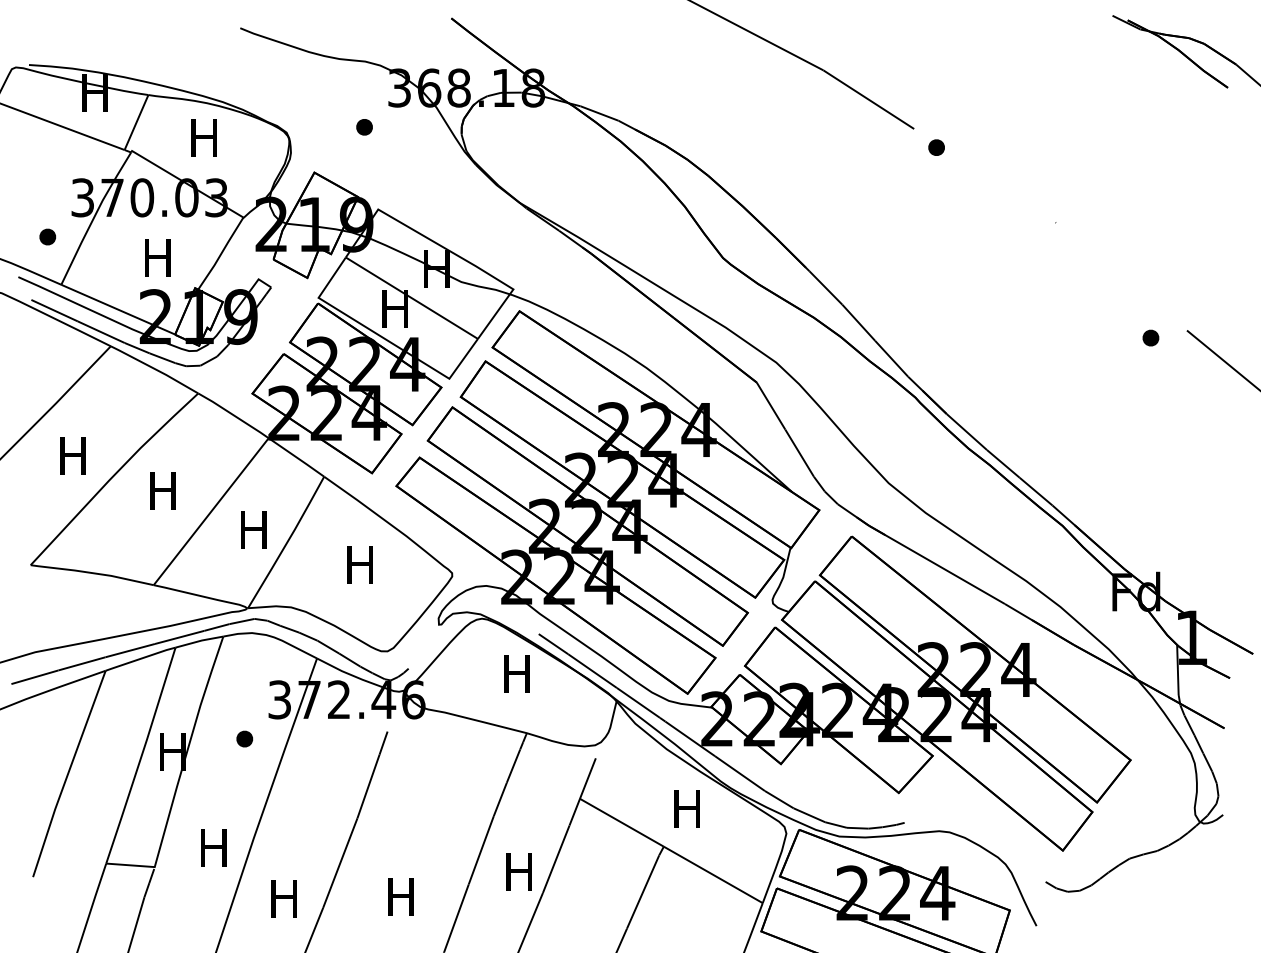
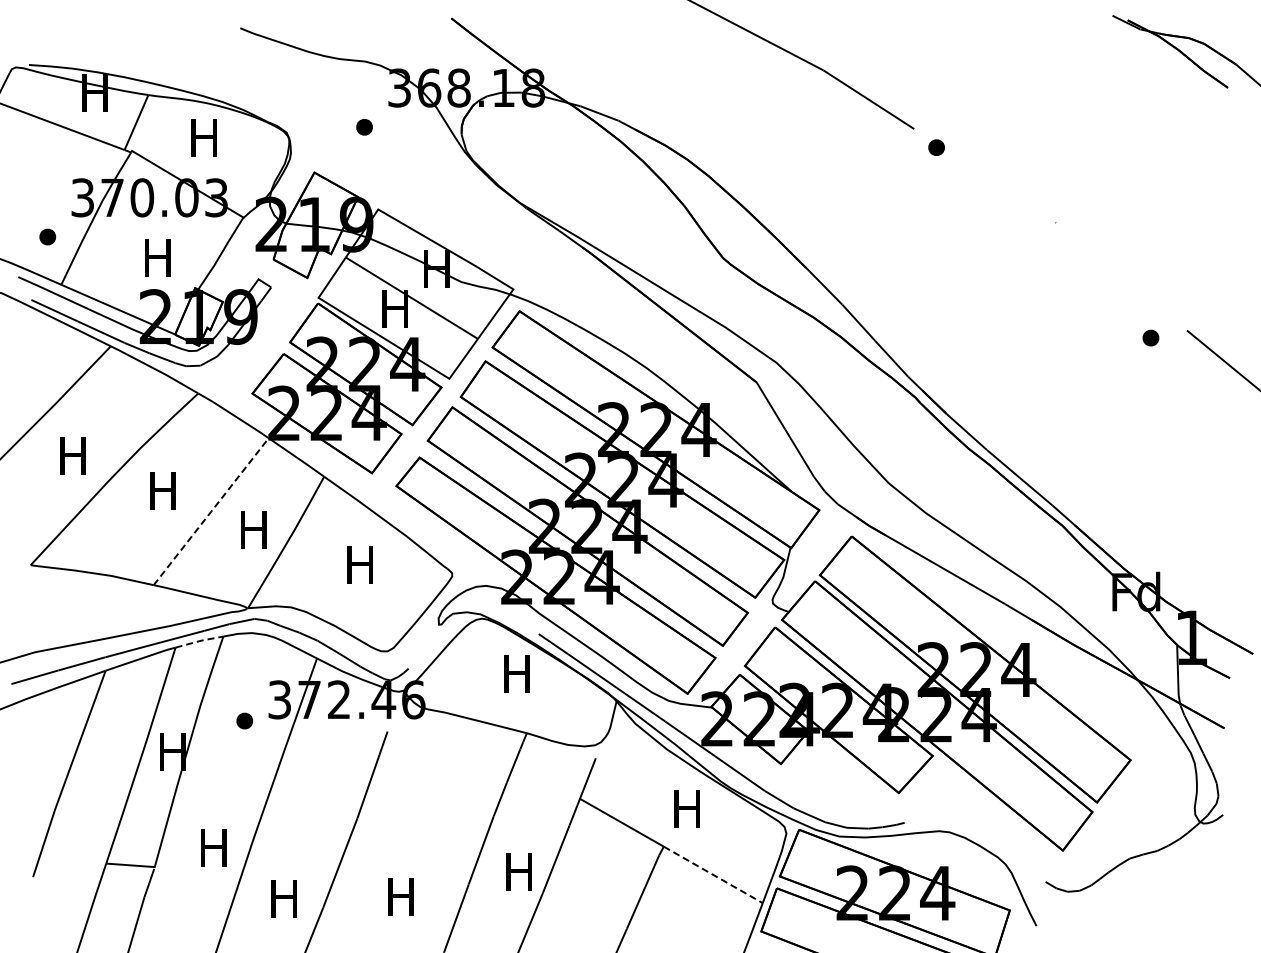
line at (211, 511): solid -> dashed
line at (200, 641): solid -> dashed
part at (244, 738) position: (244, 738) -> (244, 720)
line at (712, 874): solid -> dashed
